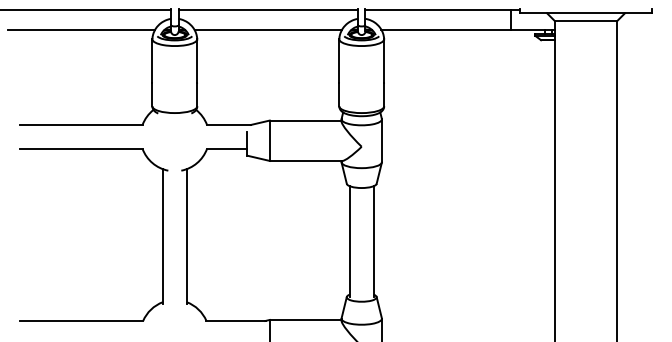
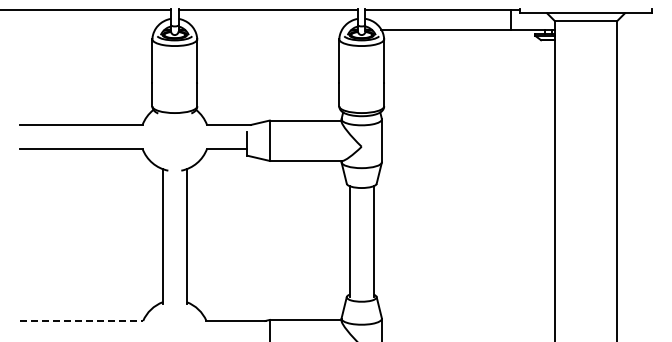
line at (81, 29): present -> none
line at (268, 29): present -> none
line at (81, 320): solid -> dashed
